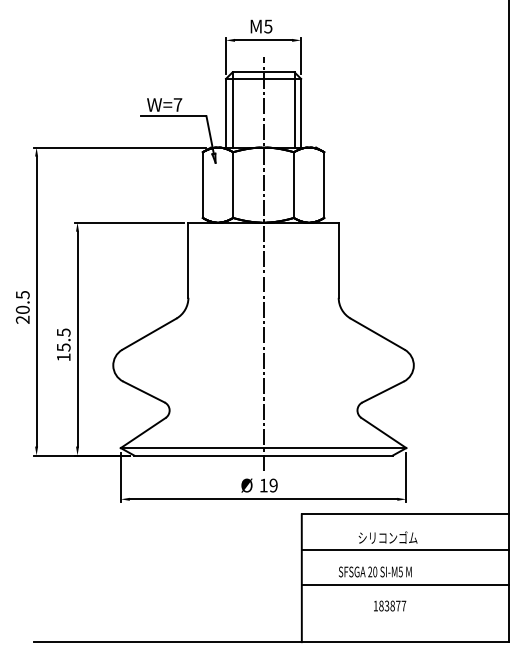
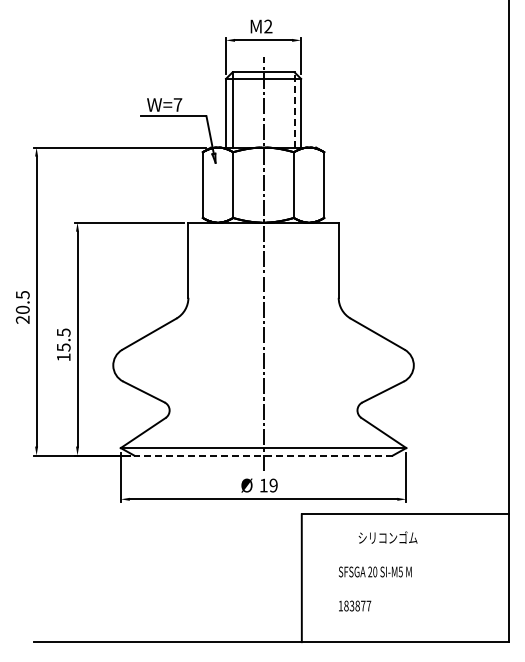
text at (268, 26): M5 -> M2
line at (294, 109): solid -> dashed
line at (263, 455): solid -> dashed
line at (405, 549): present -> none
line at (405, 584): present -> none
text at (390, 605) position: (390, 605) -> (355, 605)
